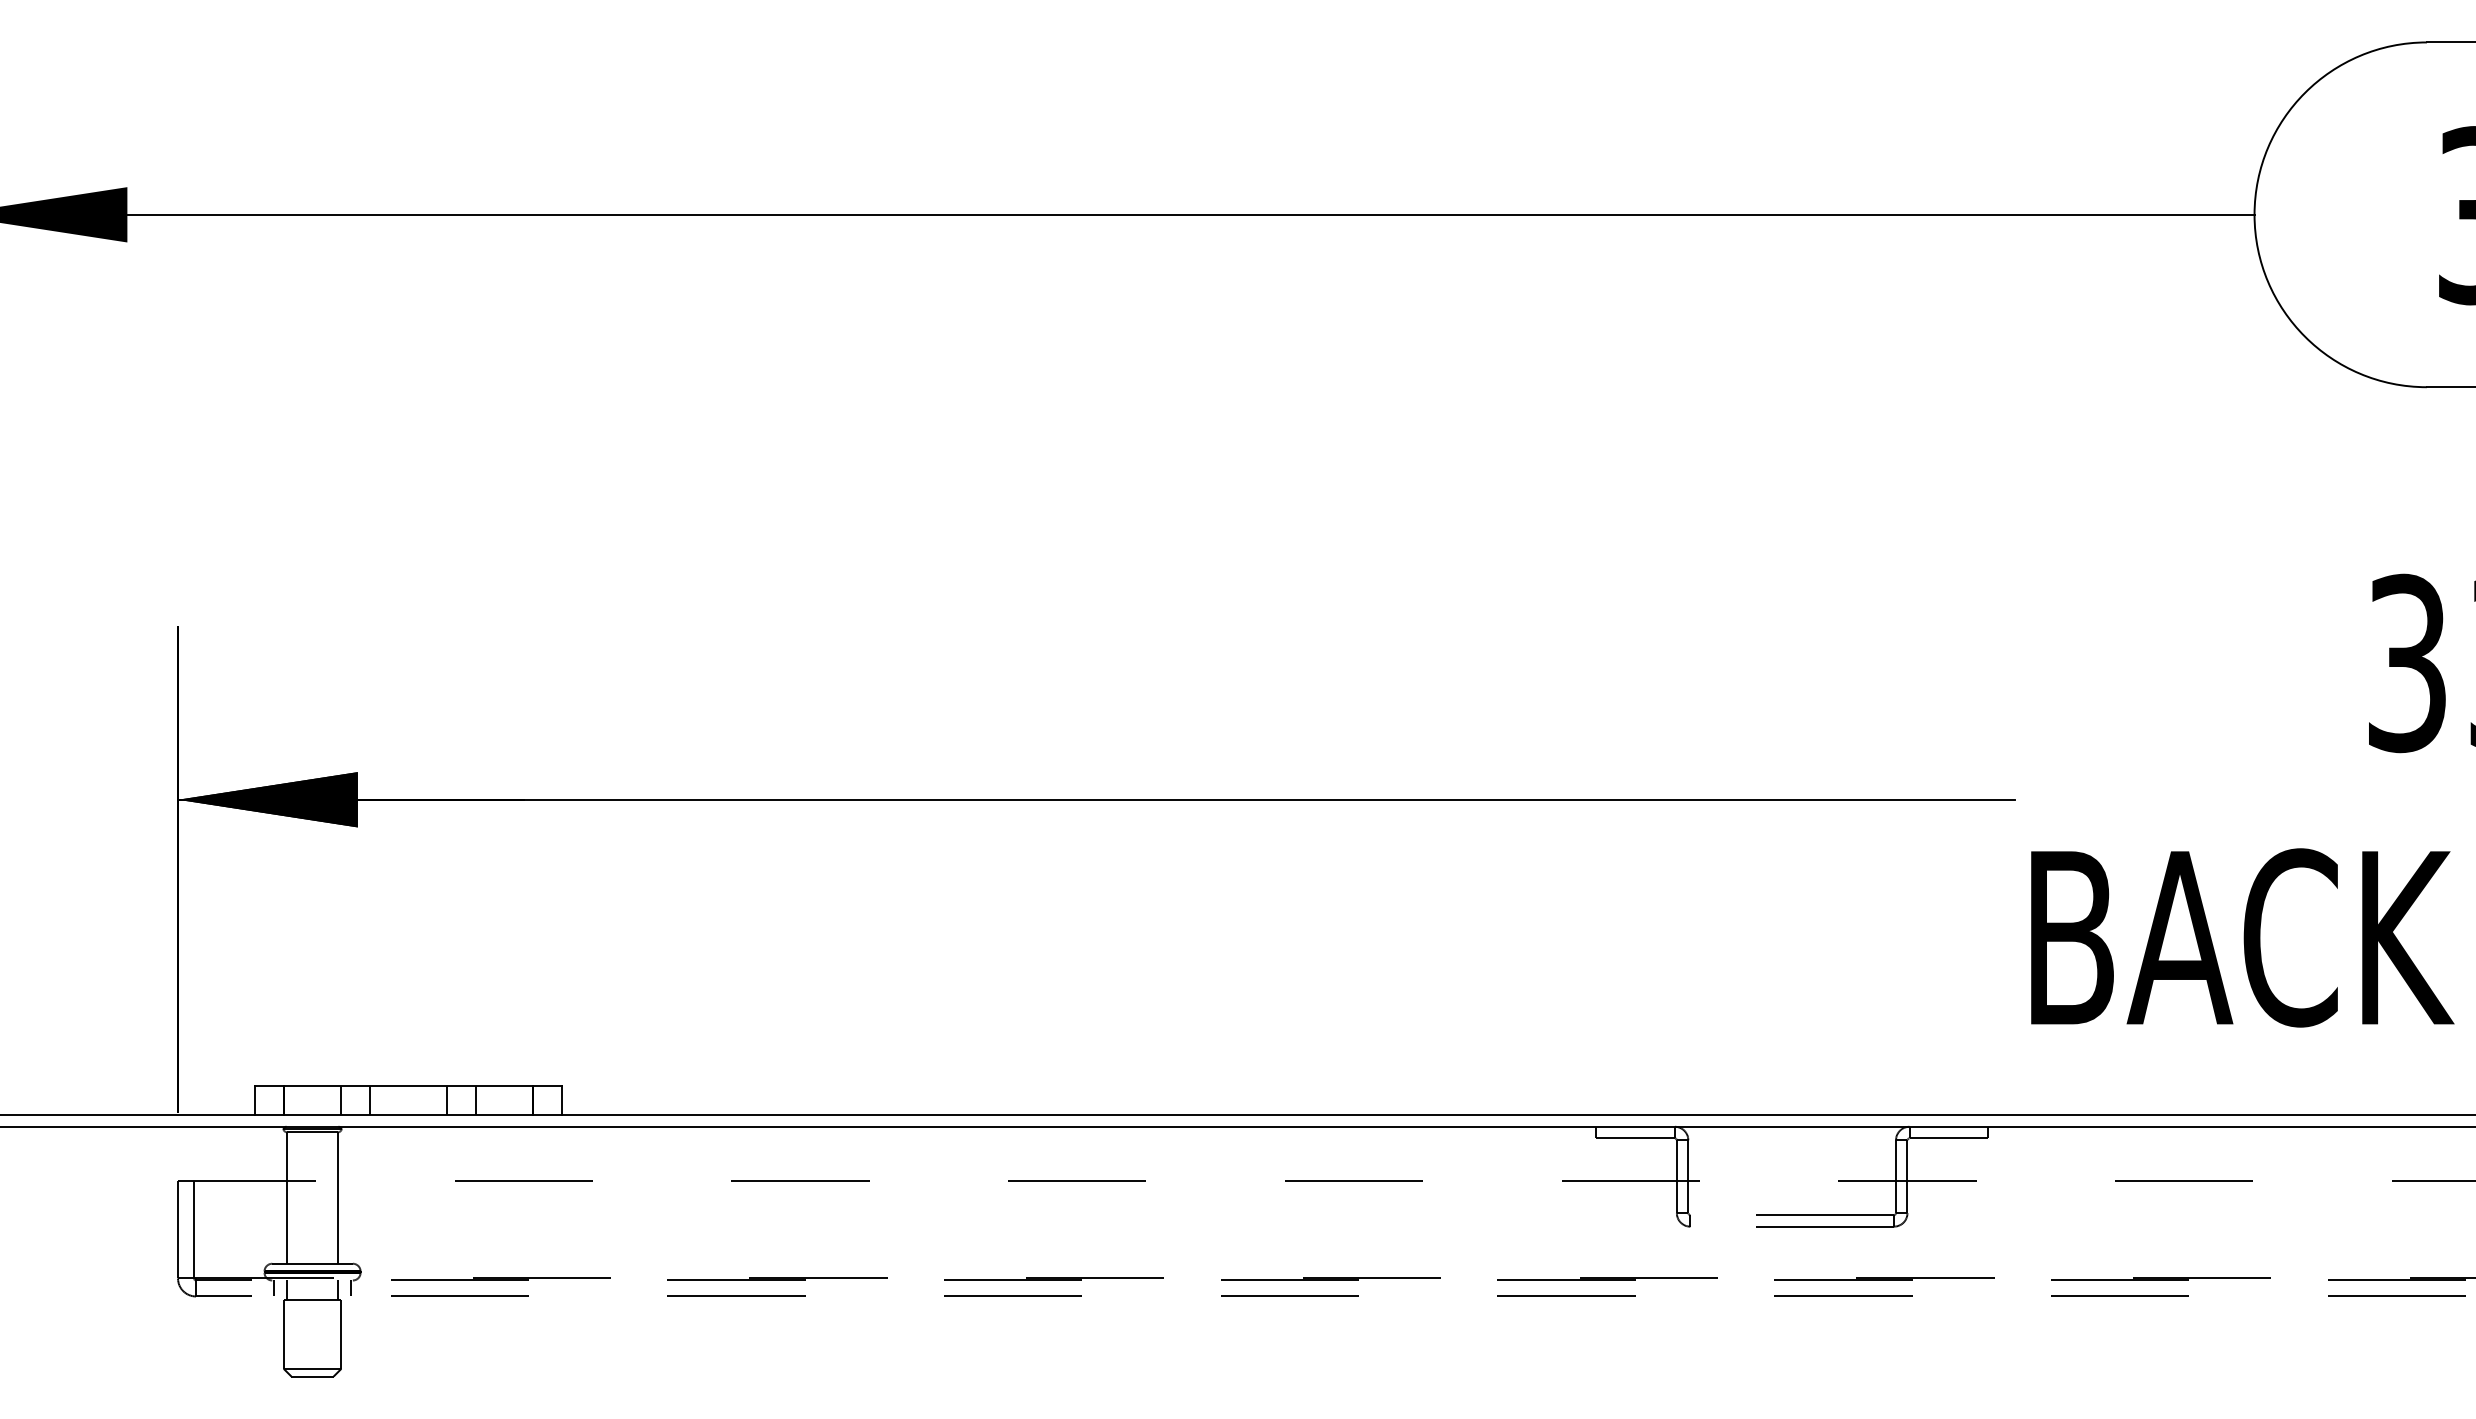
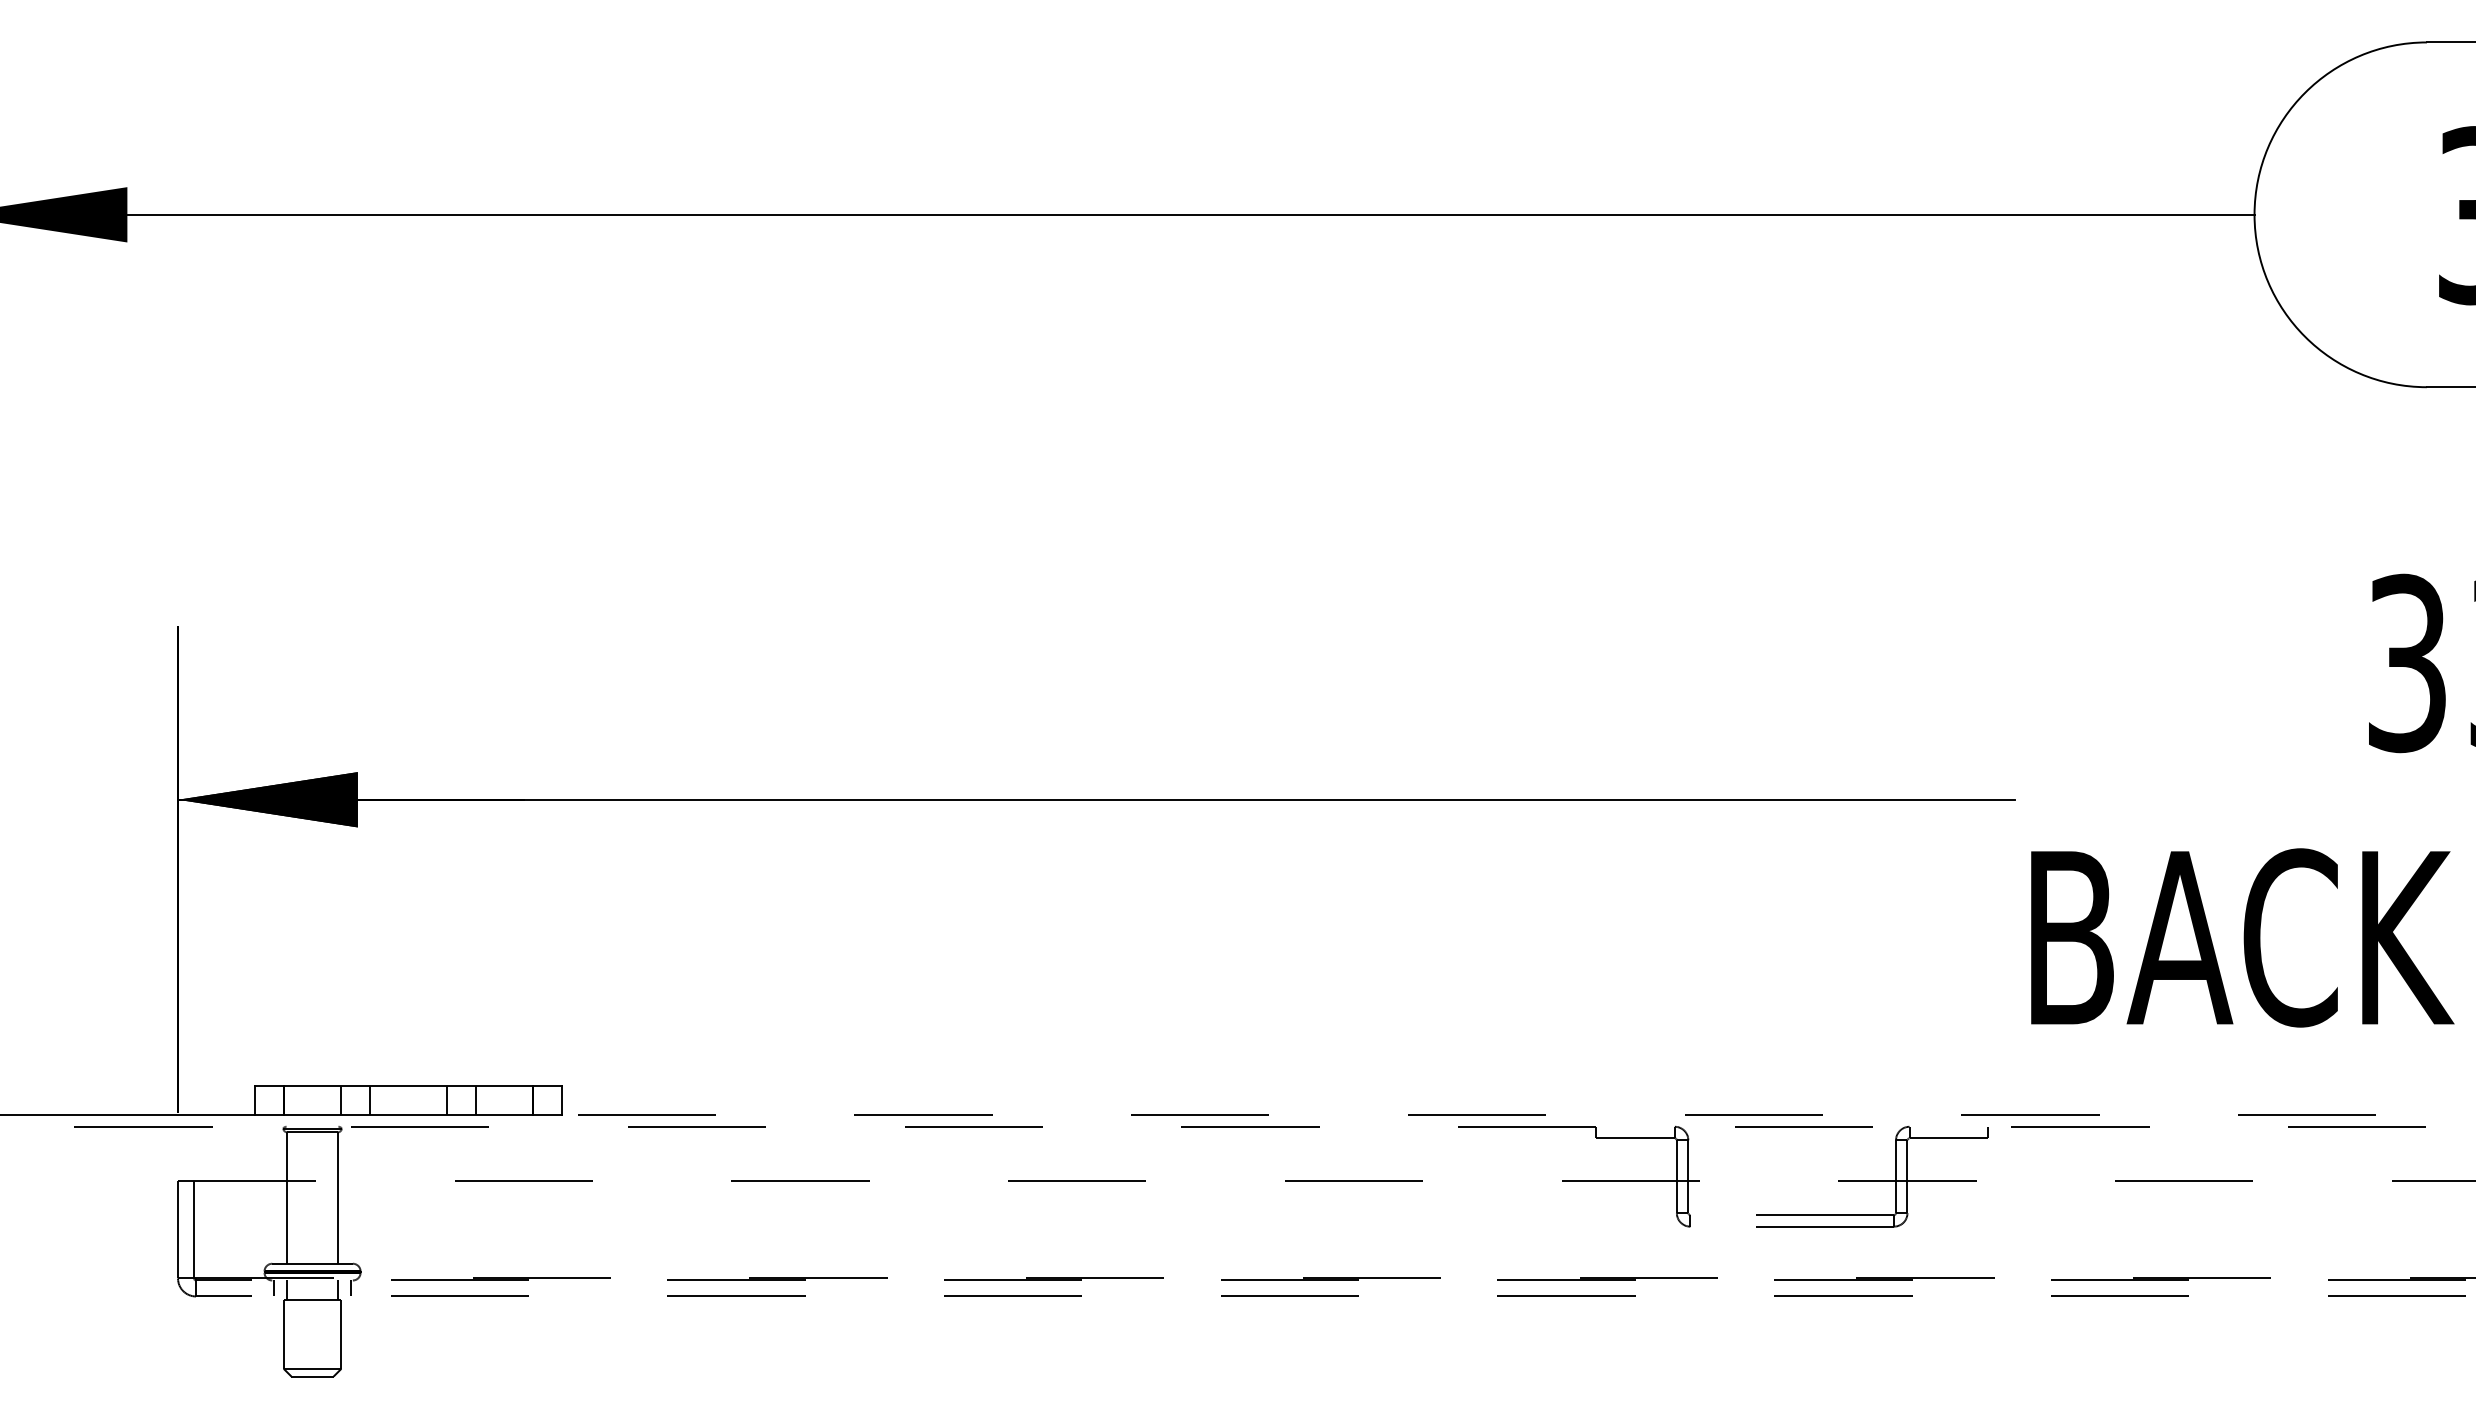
line at (1518, 1115): solid -> dashed
line at (1237, 1126): solid -> dashed
